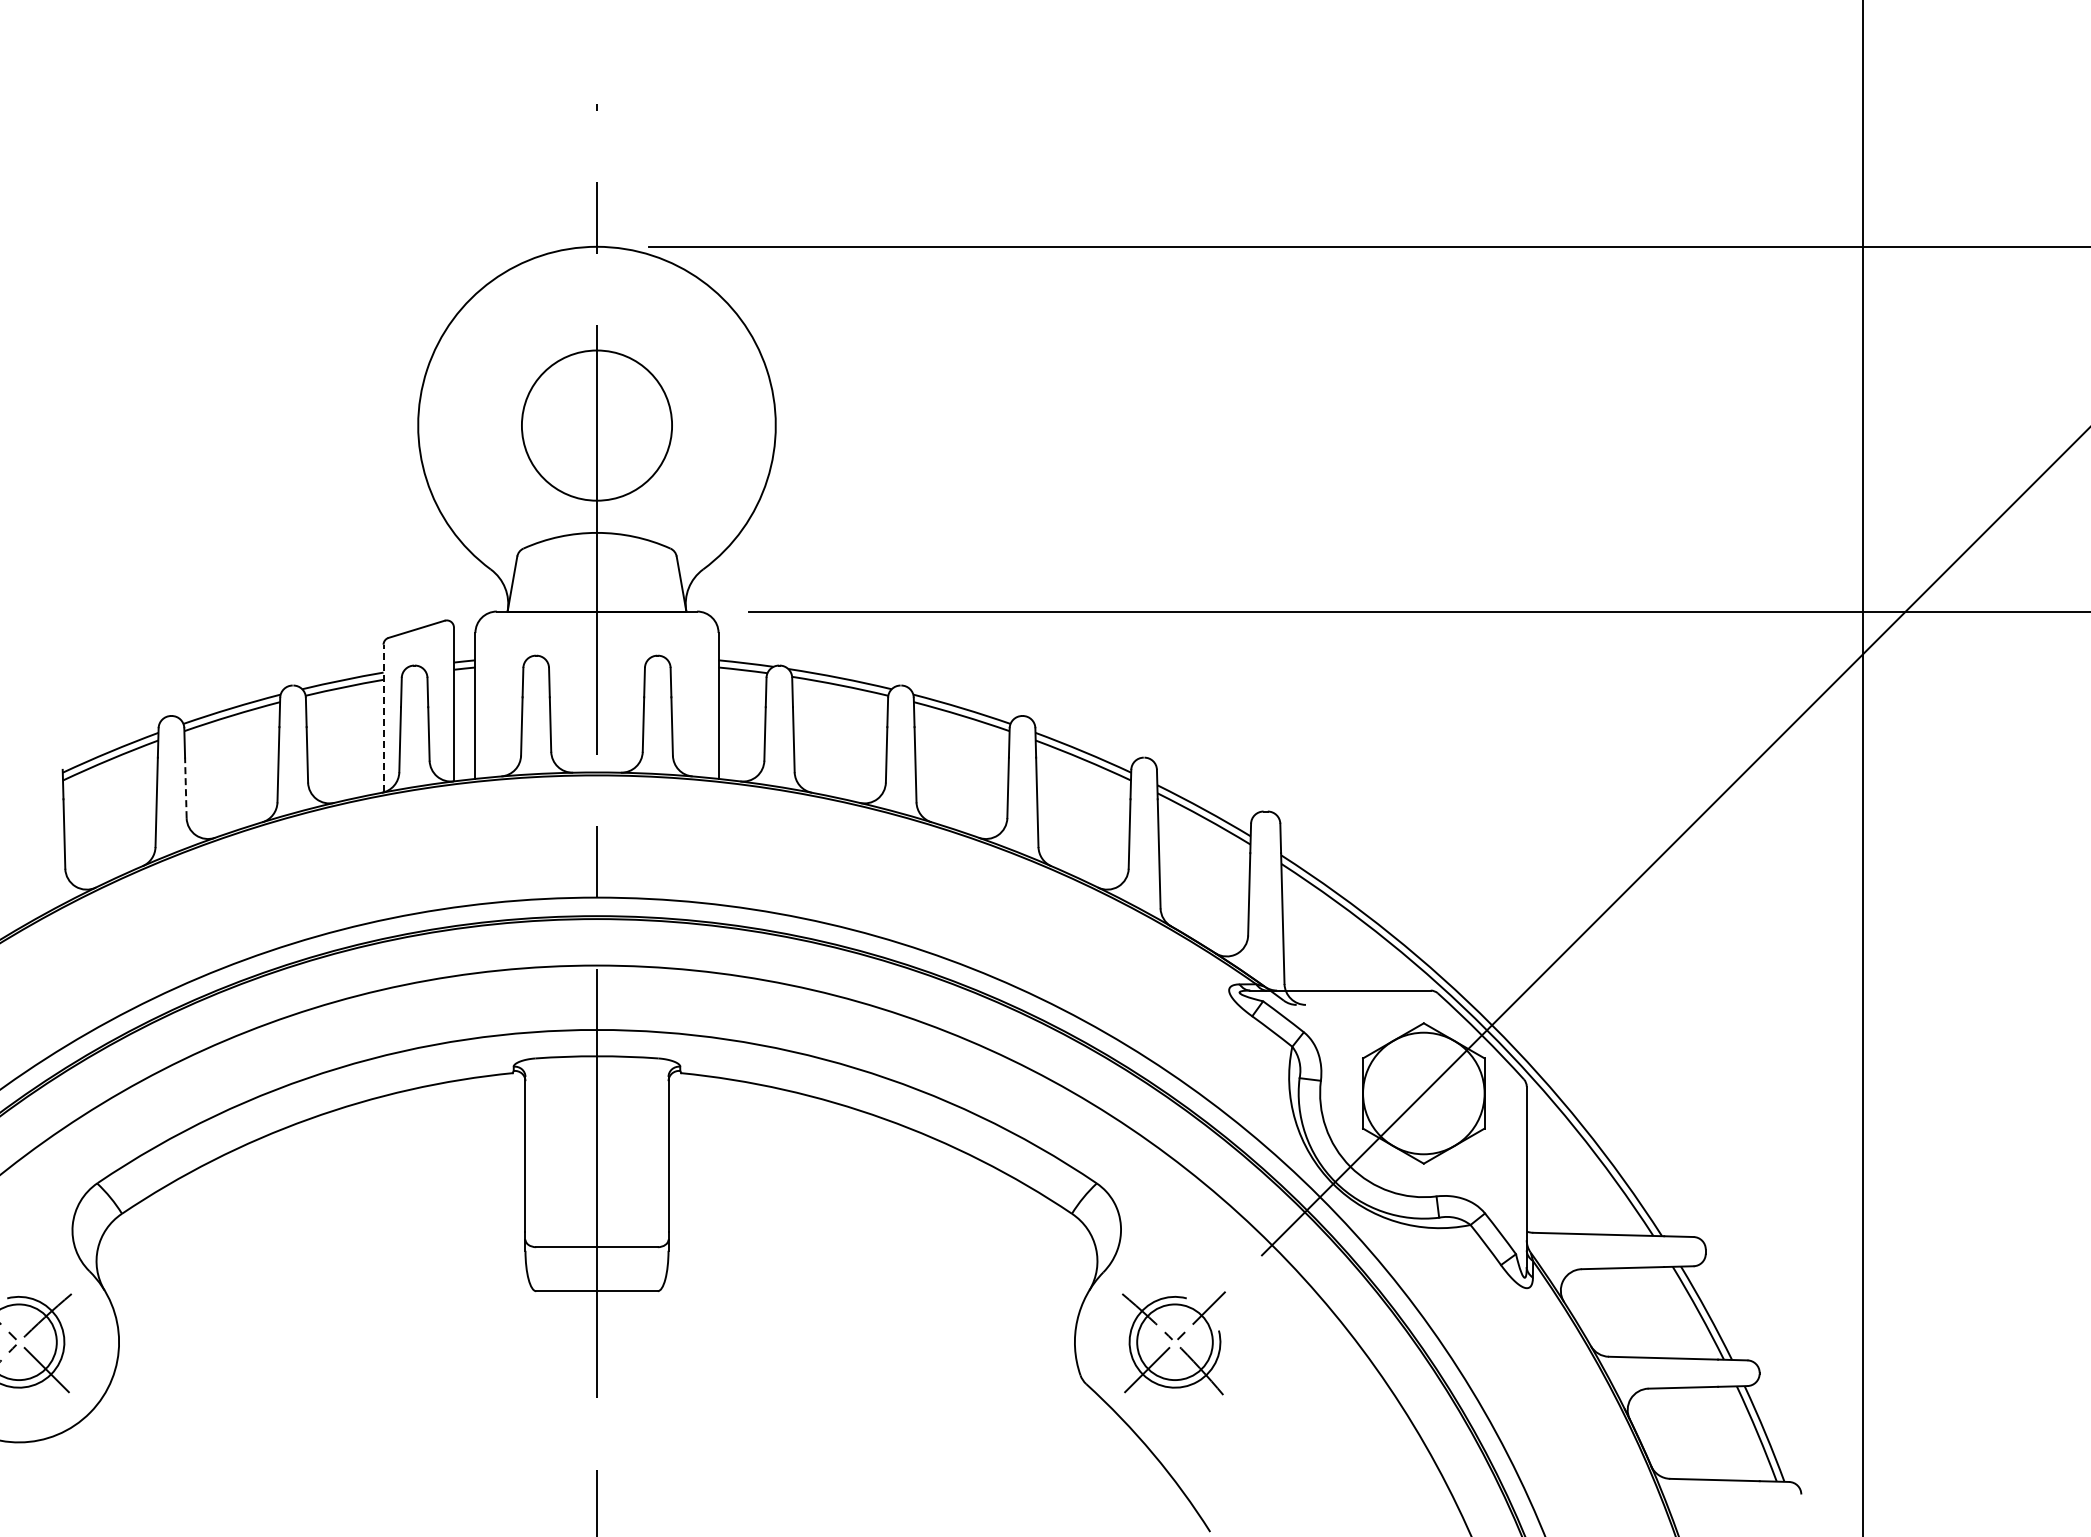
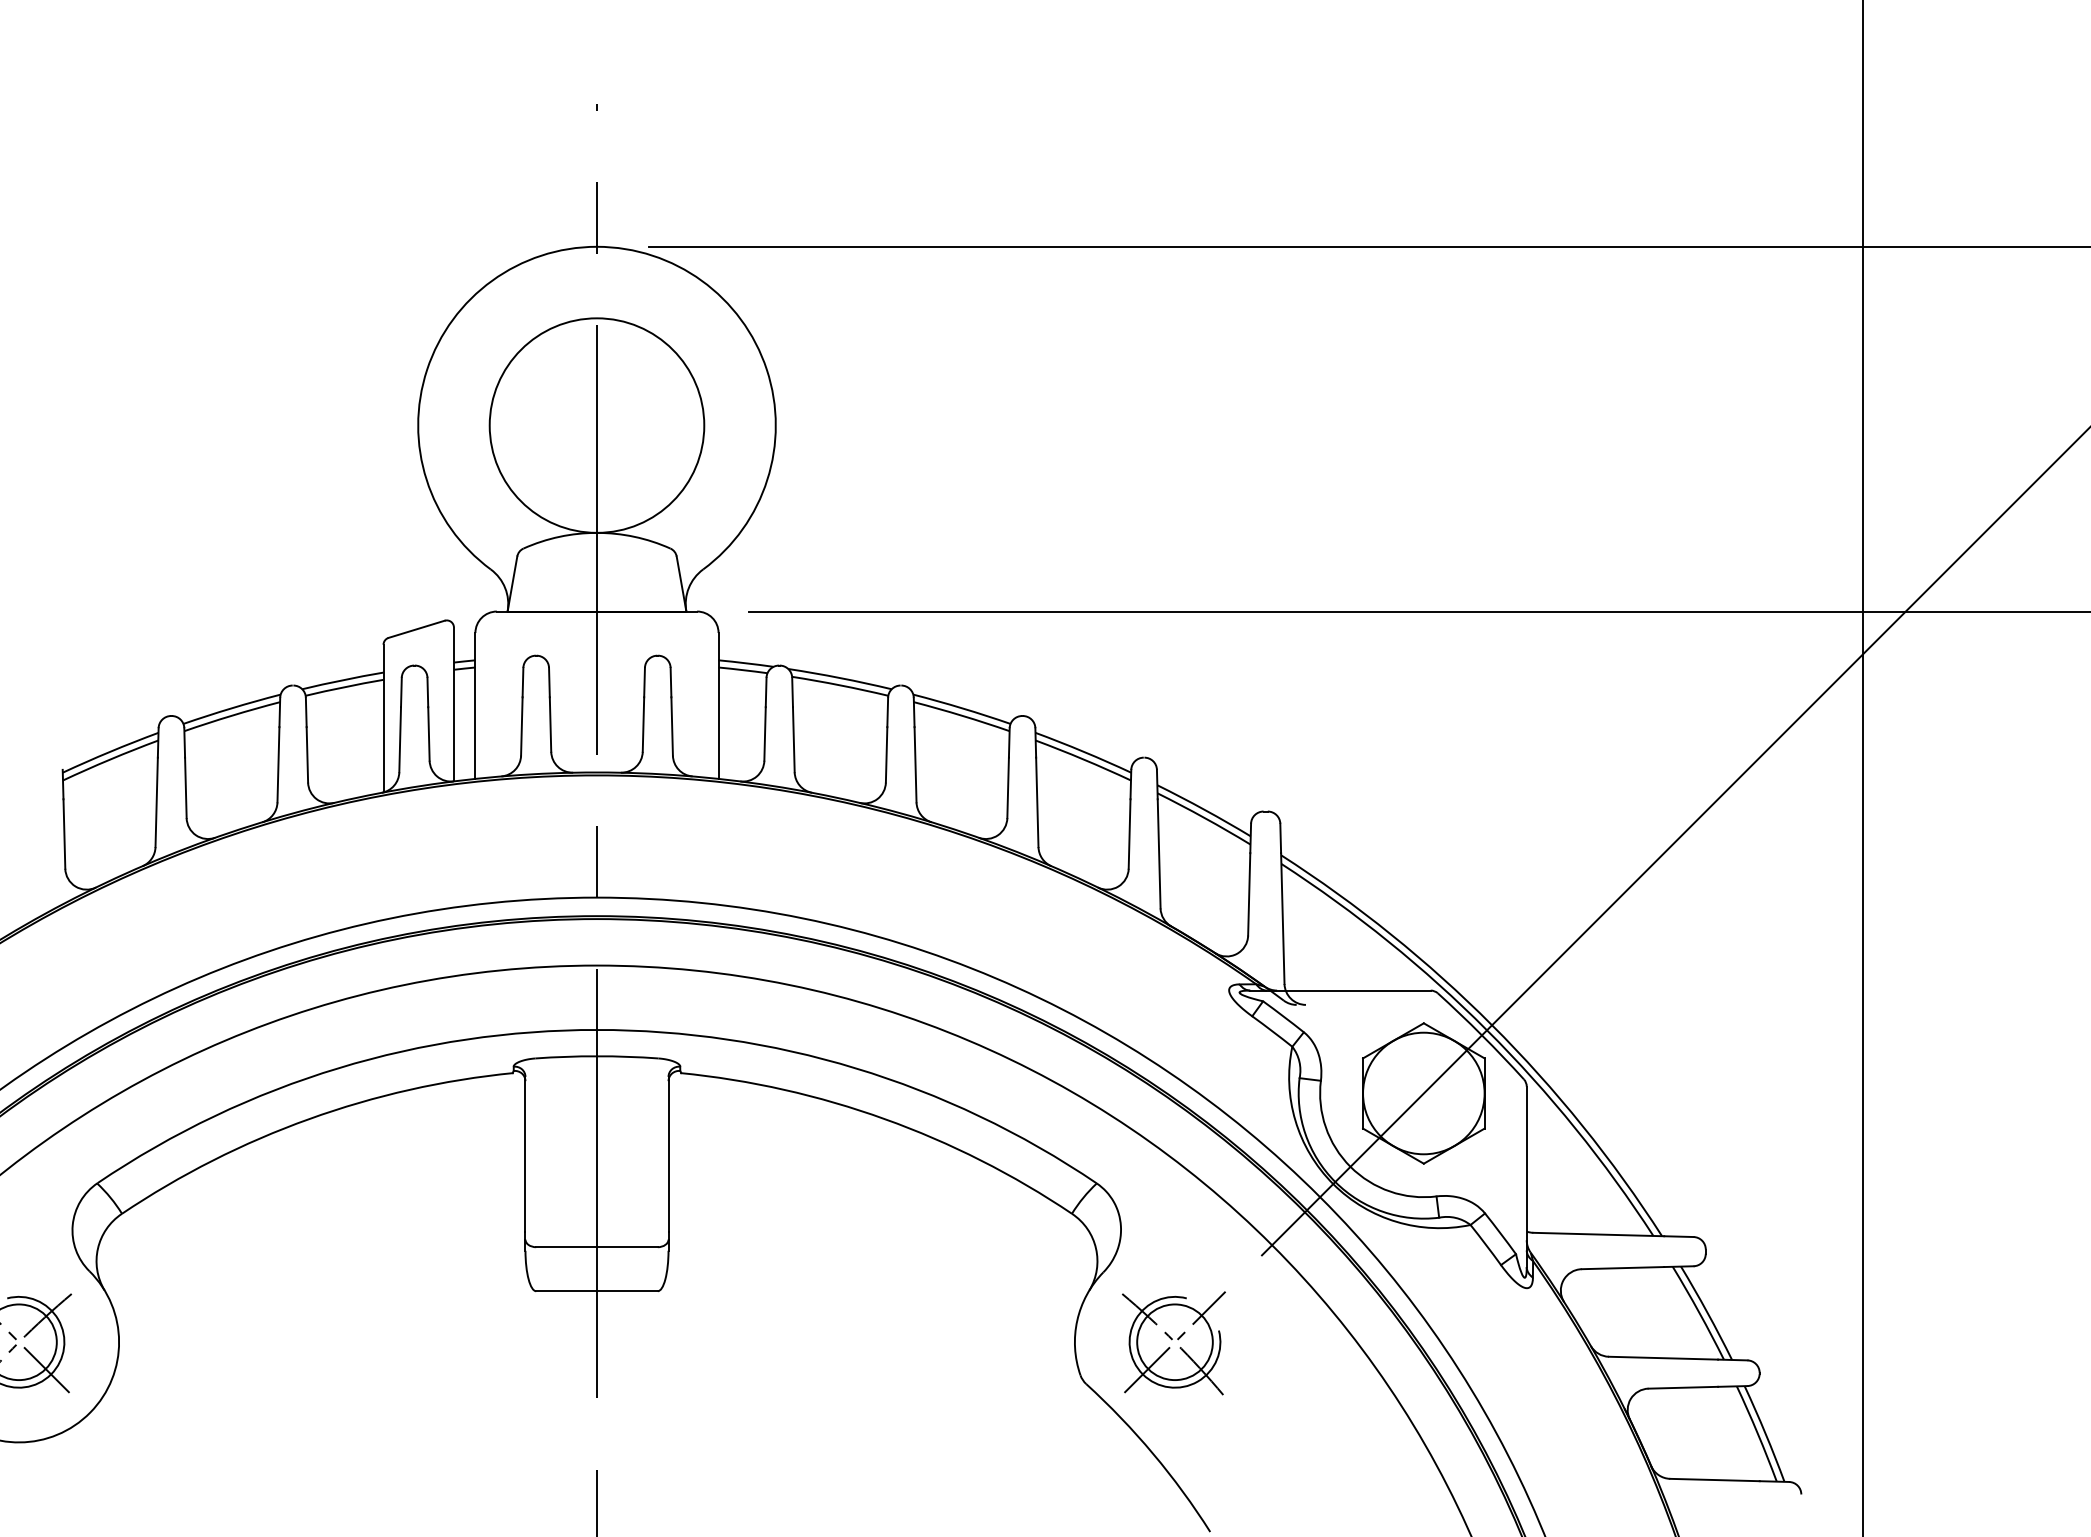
circle at (596, 425) diameter: 150 px -> 215 px
line at (383, 718): dashed -> solid
line at (185, 787): dashed -> solid
